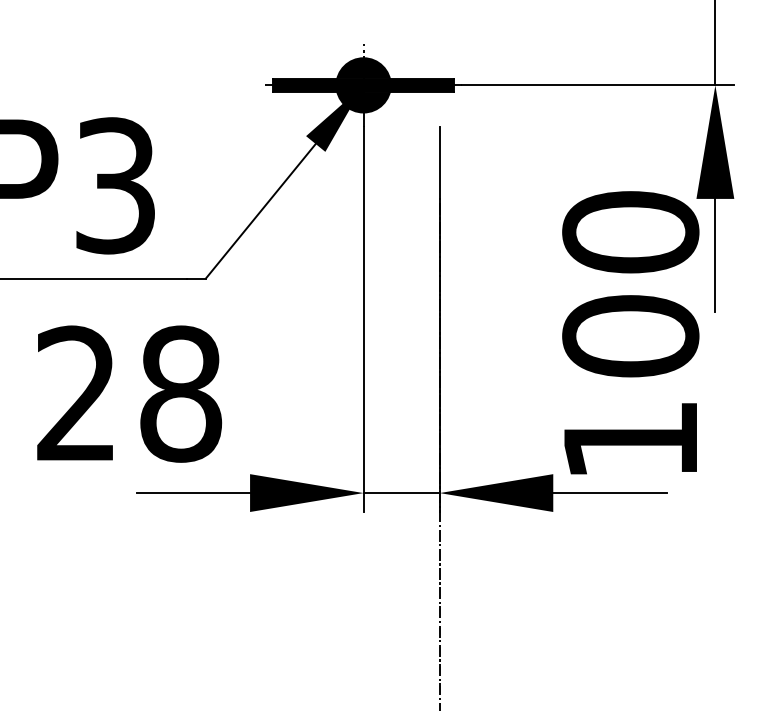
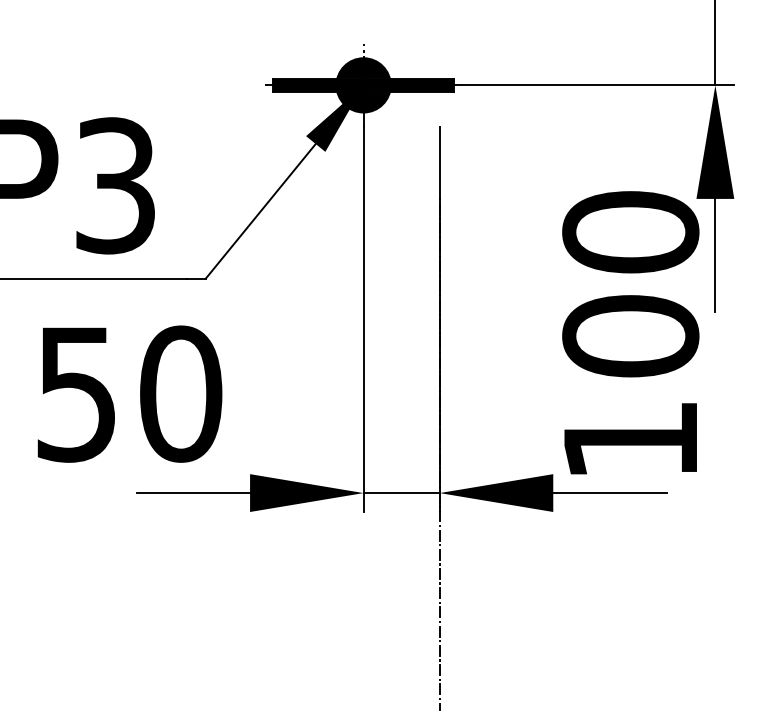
text at (129, 393): 28 -> 50
